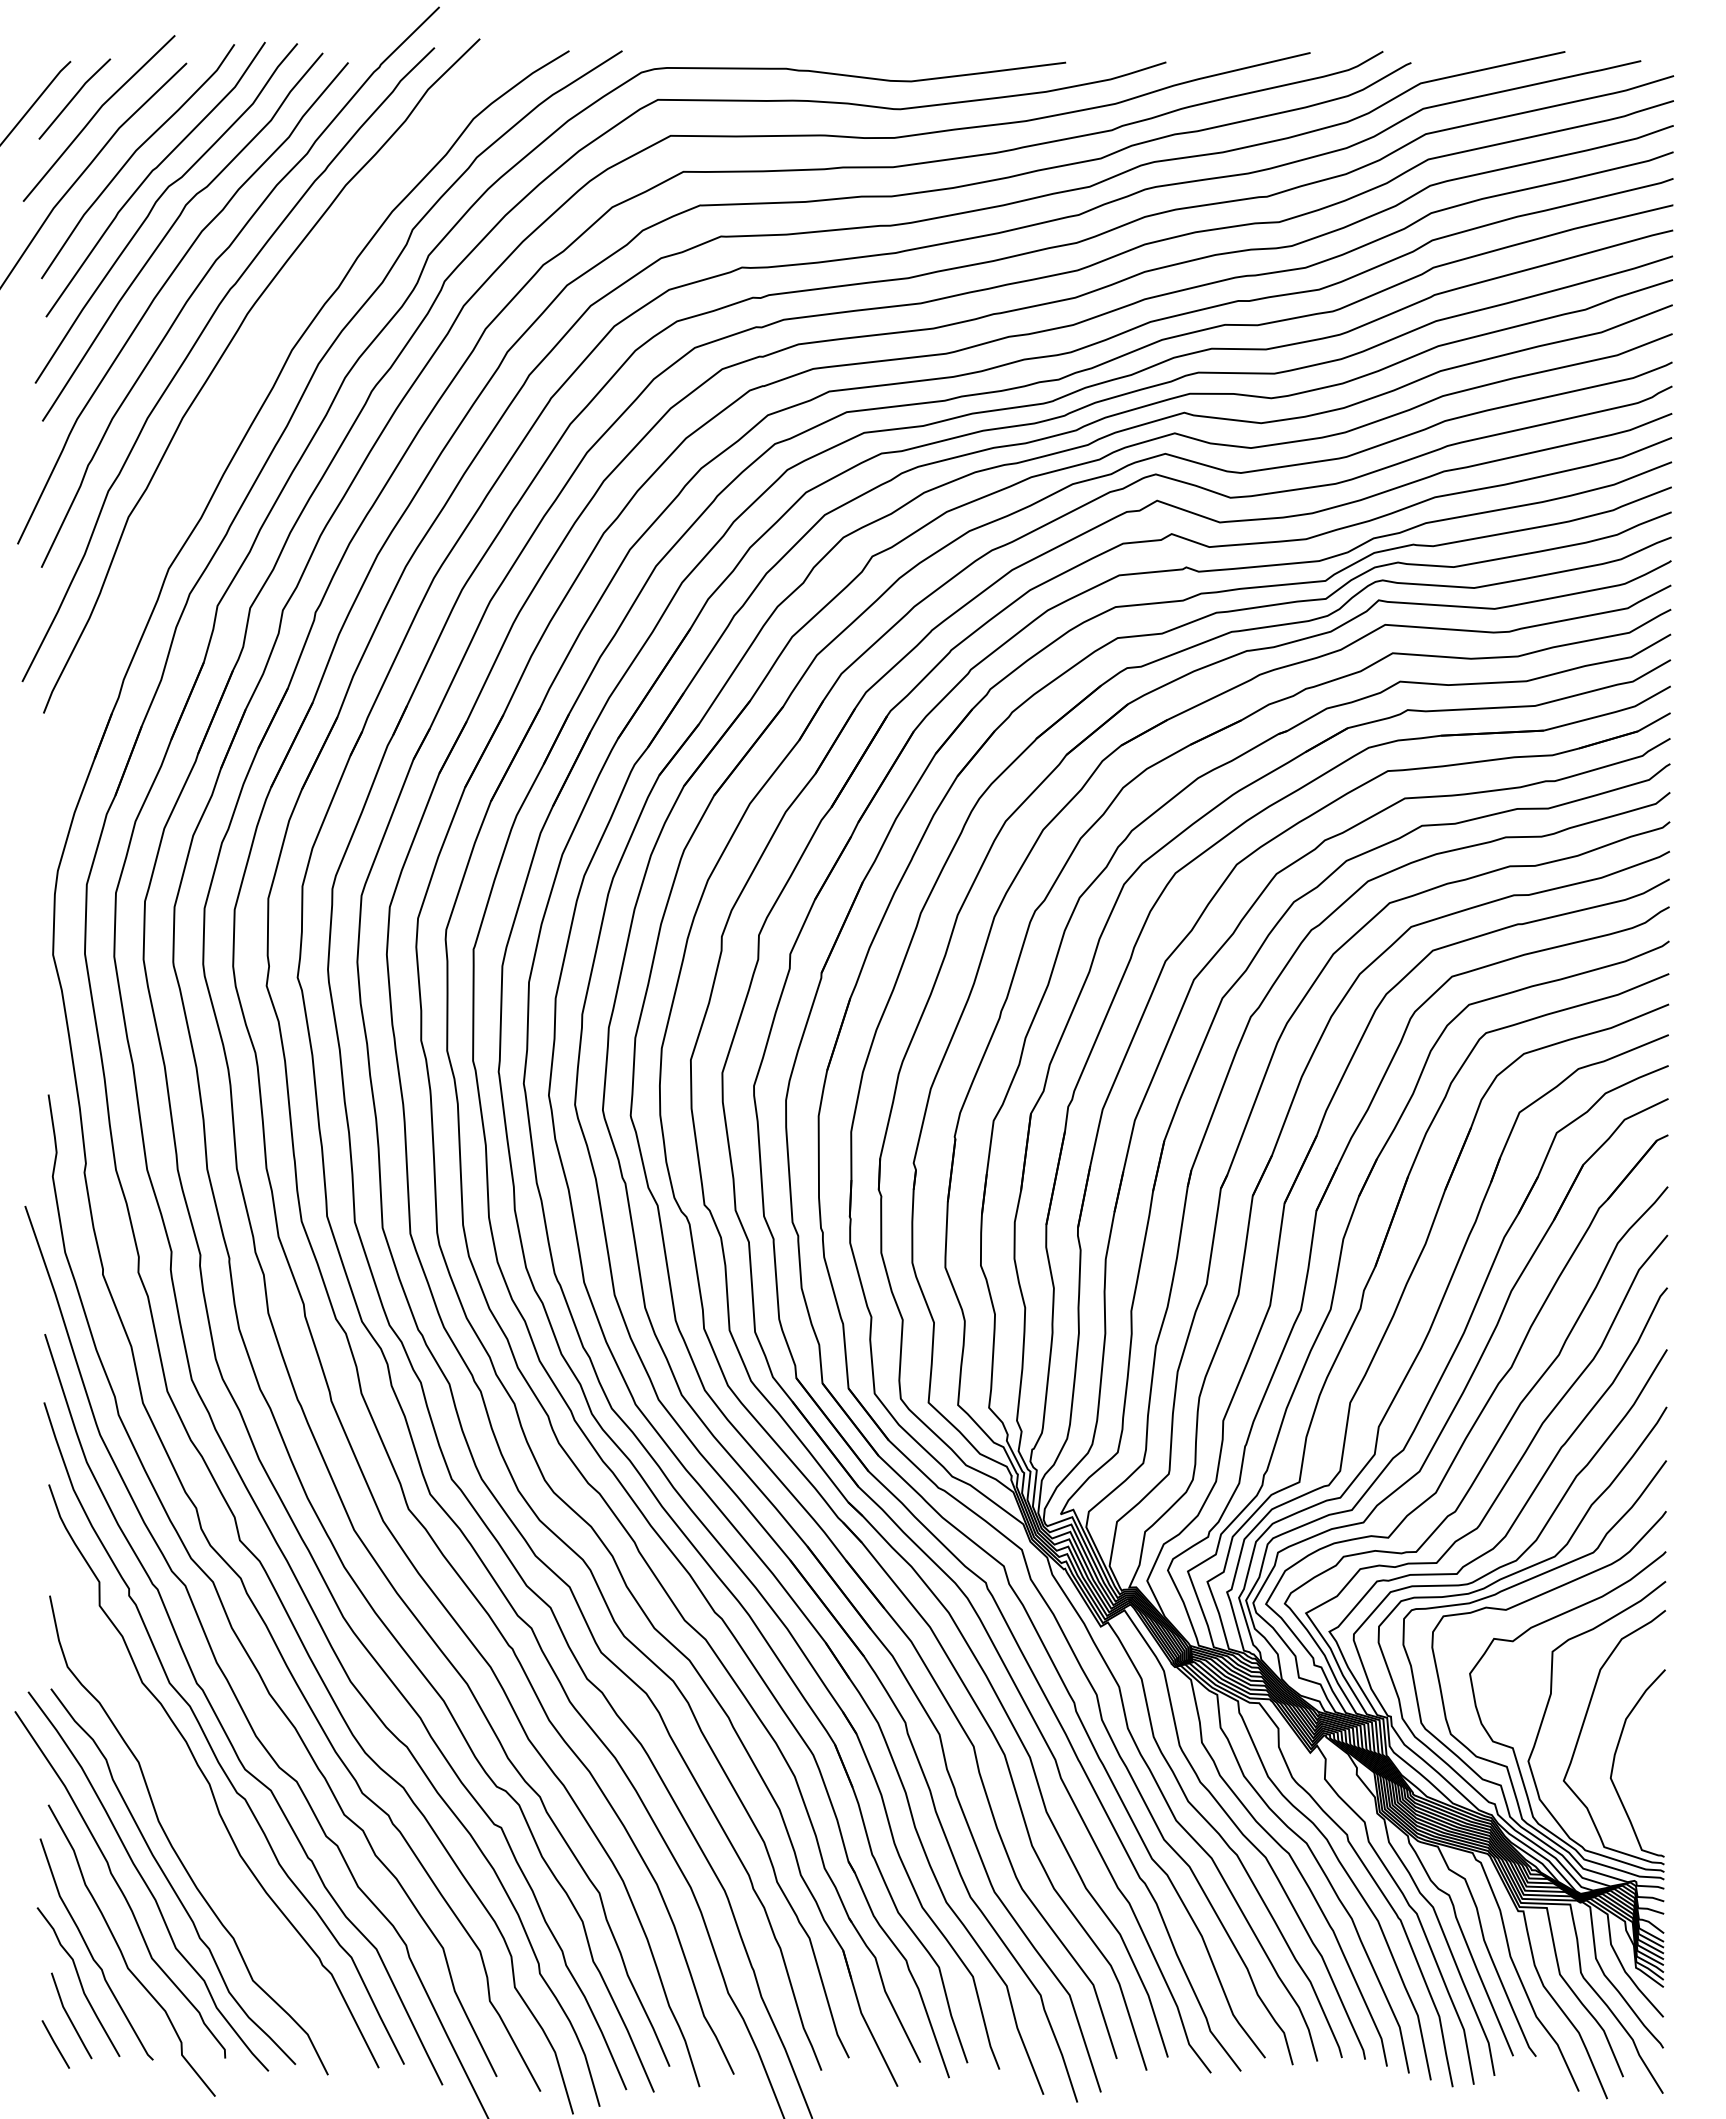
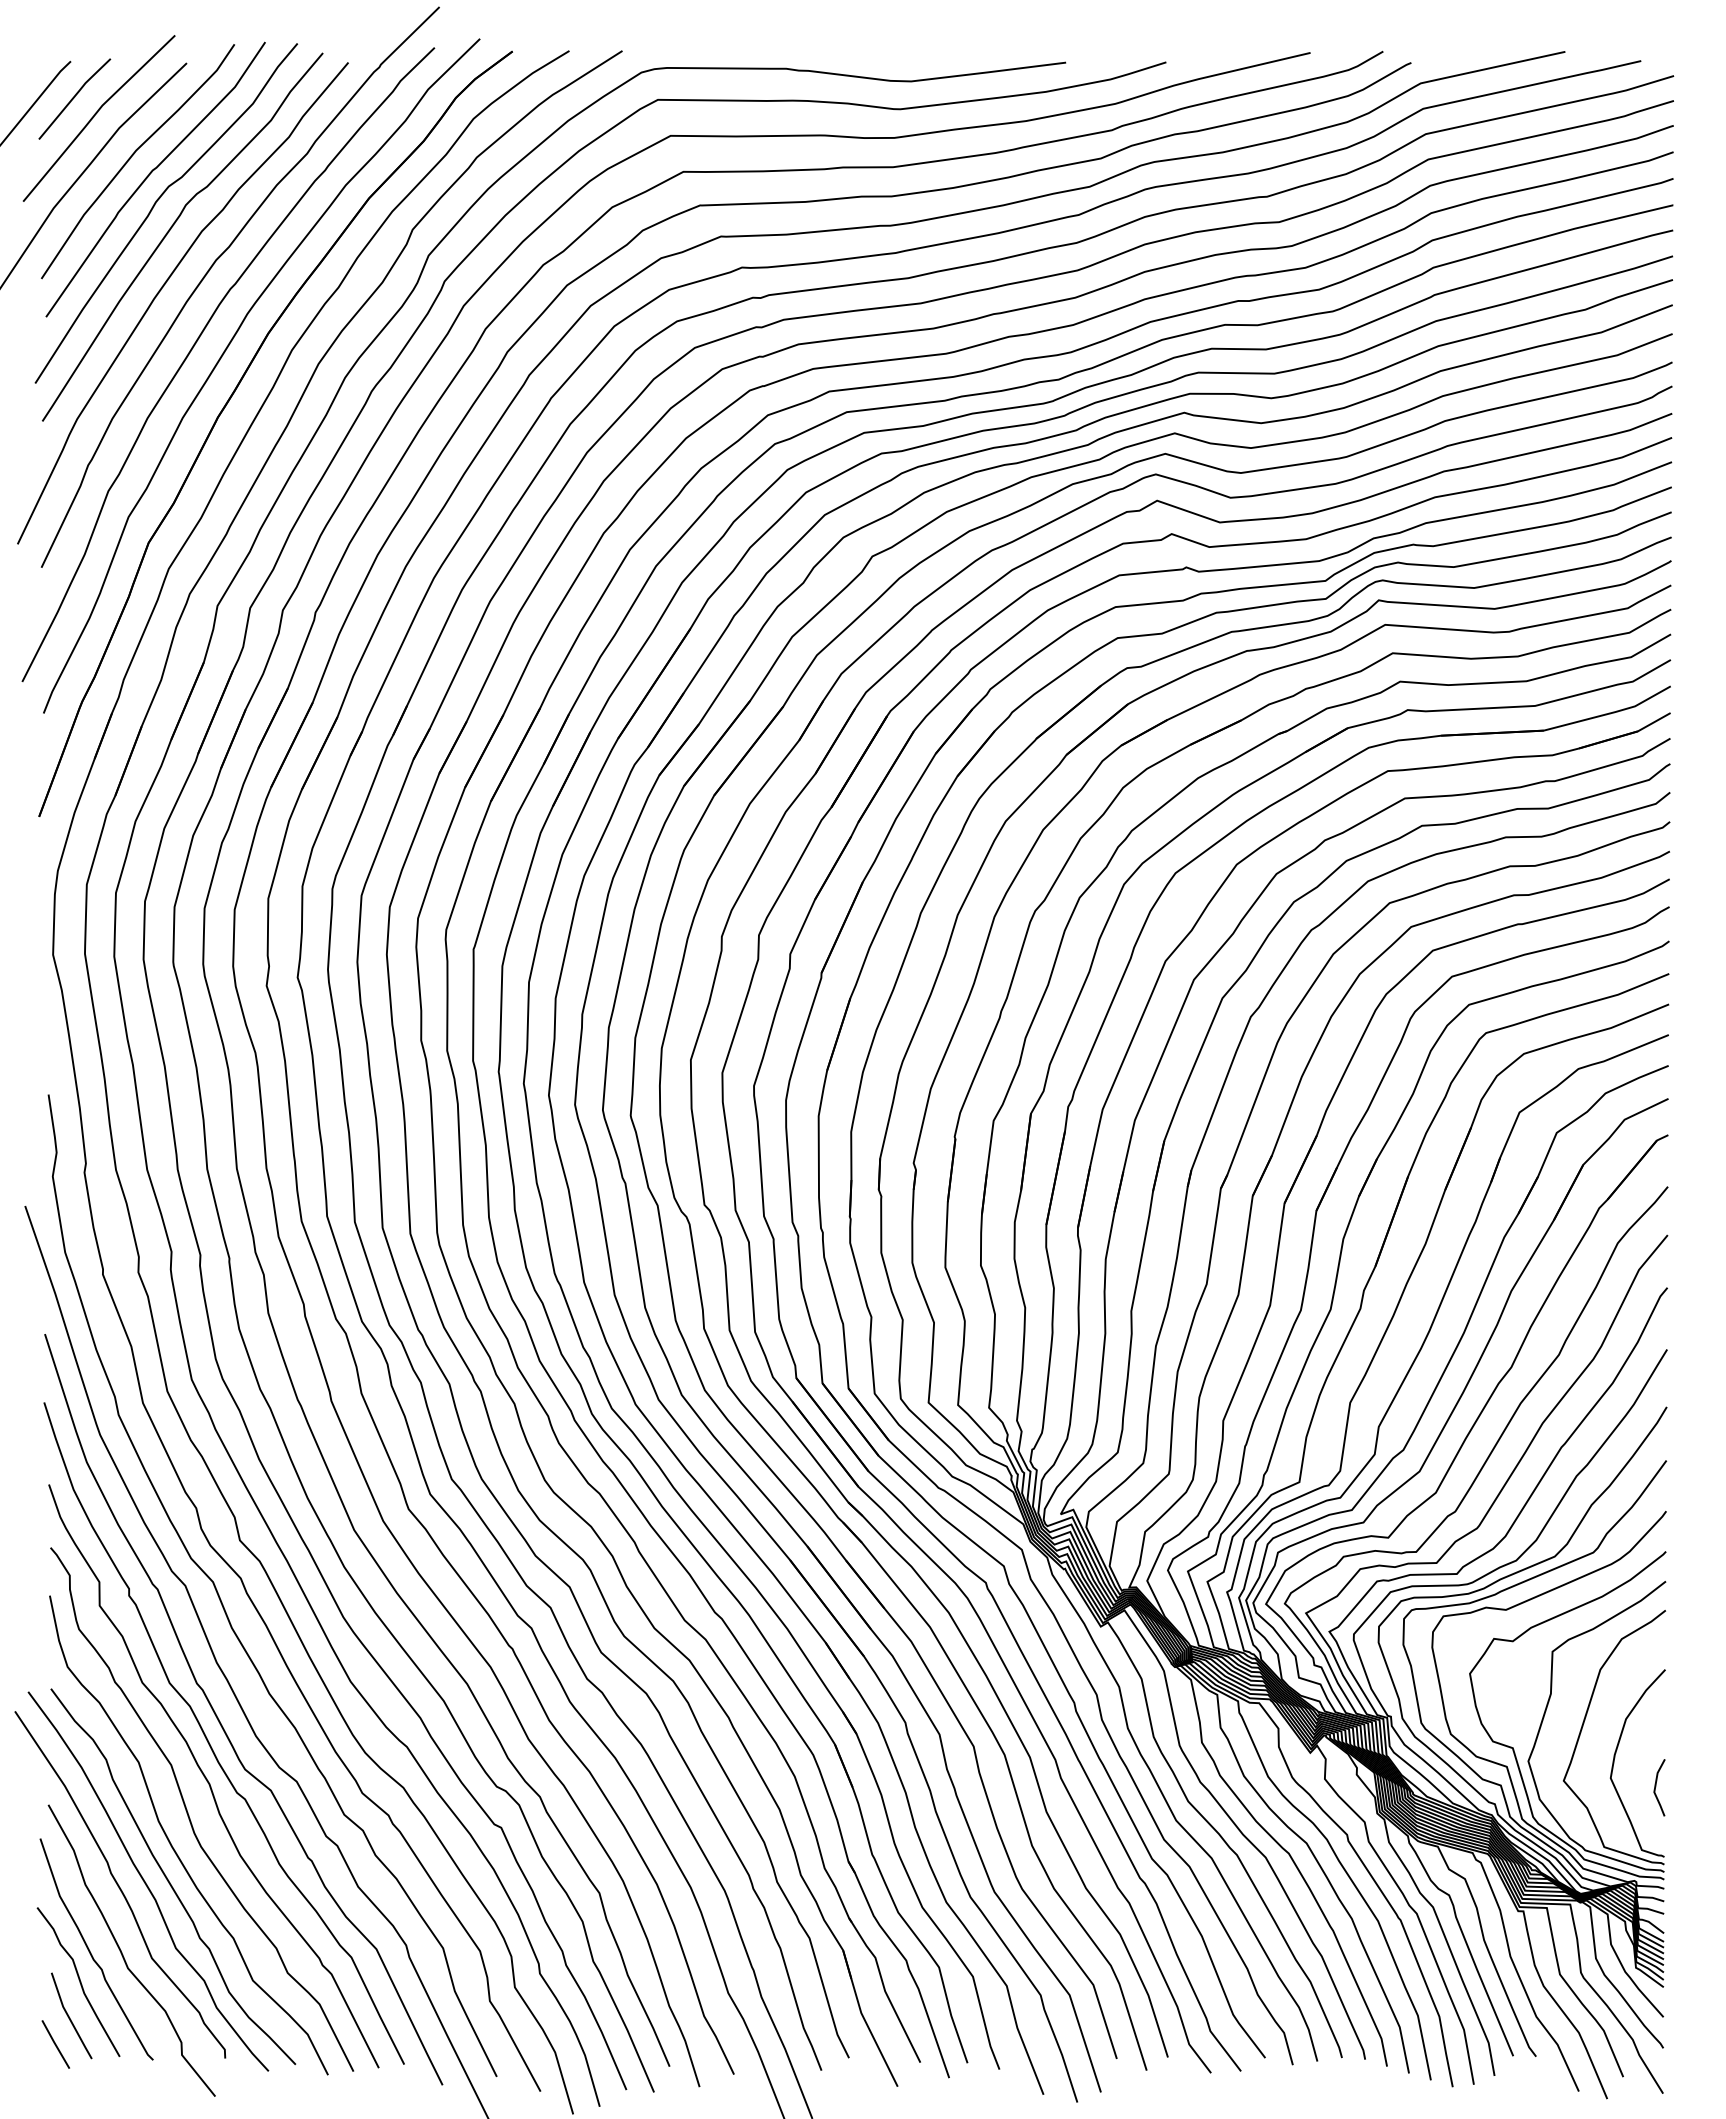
part at (226, 406): none -> present
line at (1656, 1786): none -> present
curve at (188, 1812): none -> present
